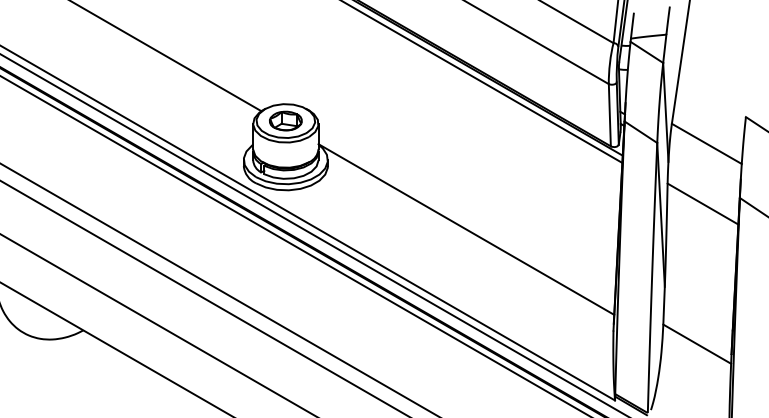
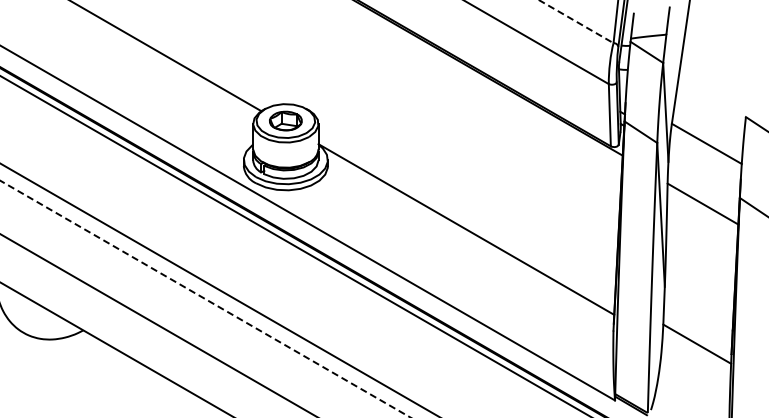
line at (576, 21): solid -> dashed
line at (483, 82): present -> none
line at (313, 234): present -> none
line at (205, 299): solid -> dashed
